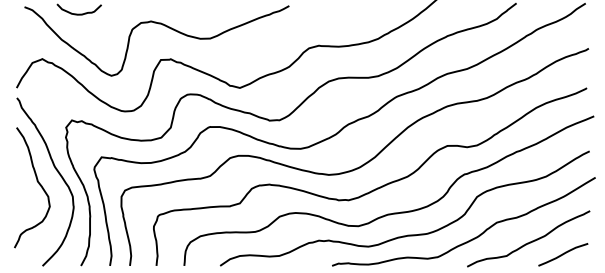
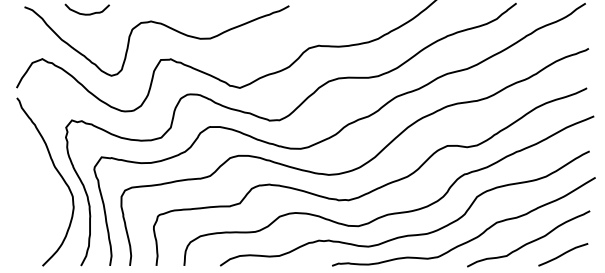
curve at (78, 13) position: (78, 13) -> (86, 13)
curve at (37, 182): present -> none
